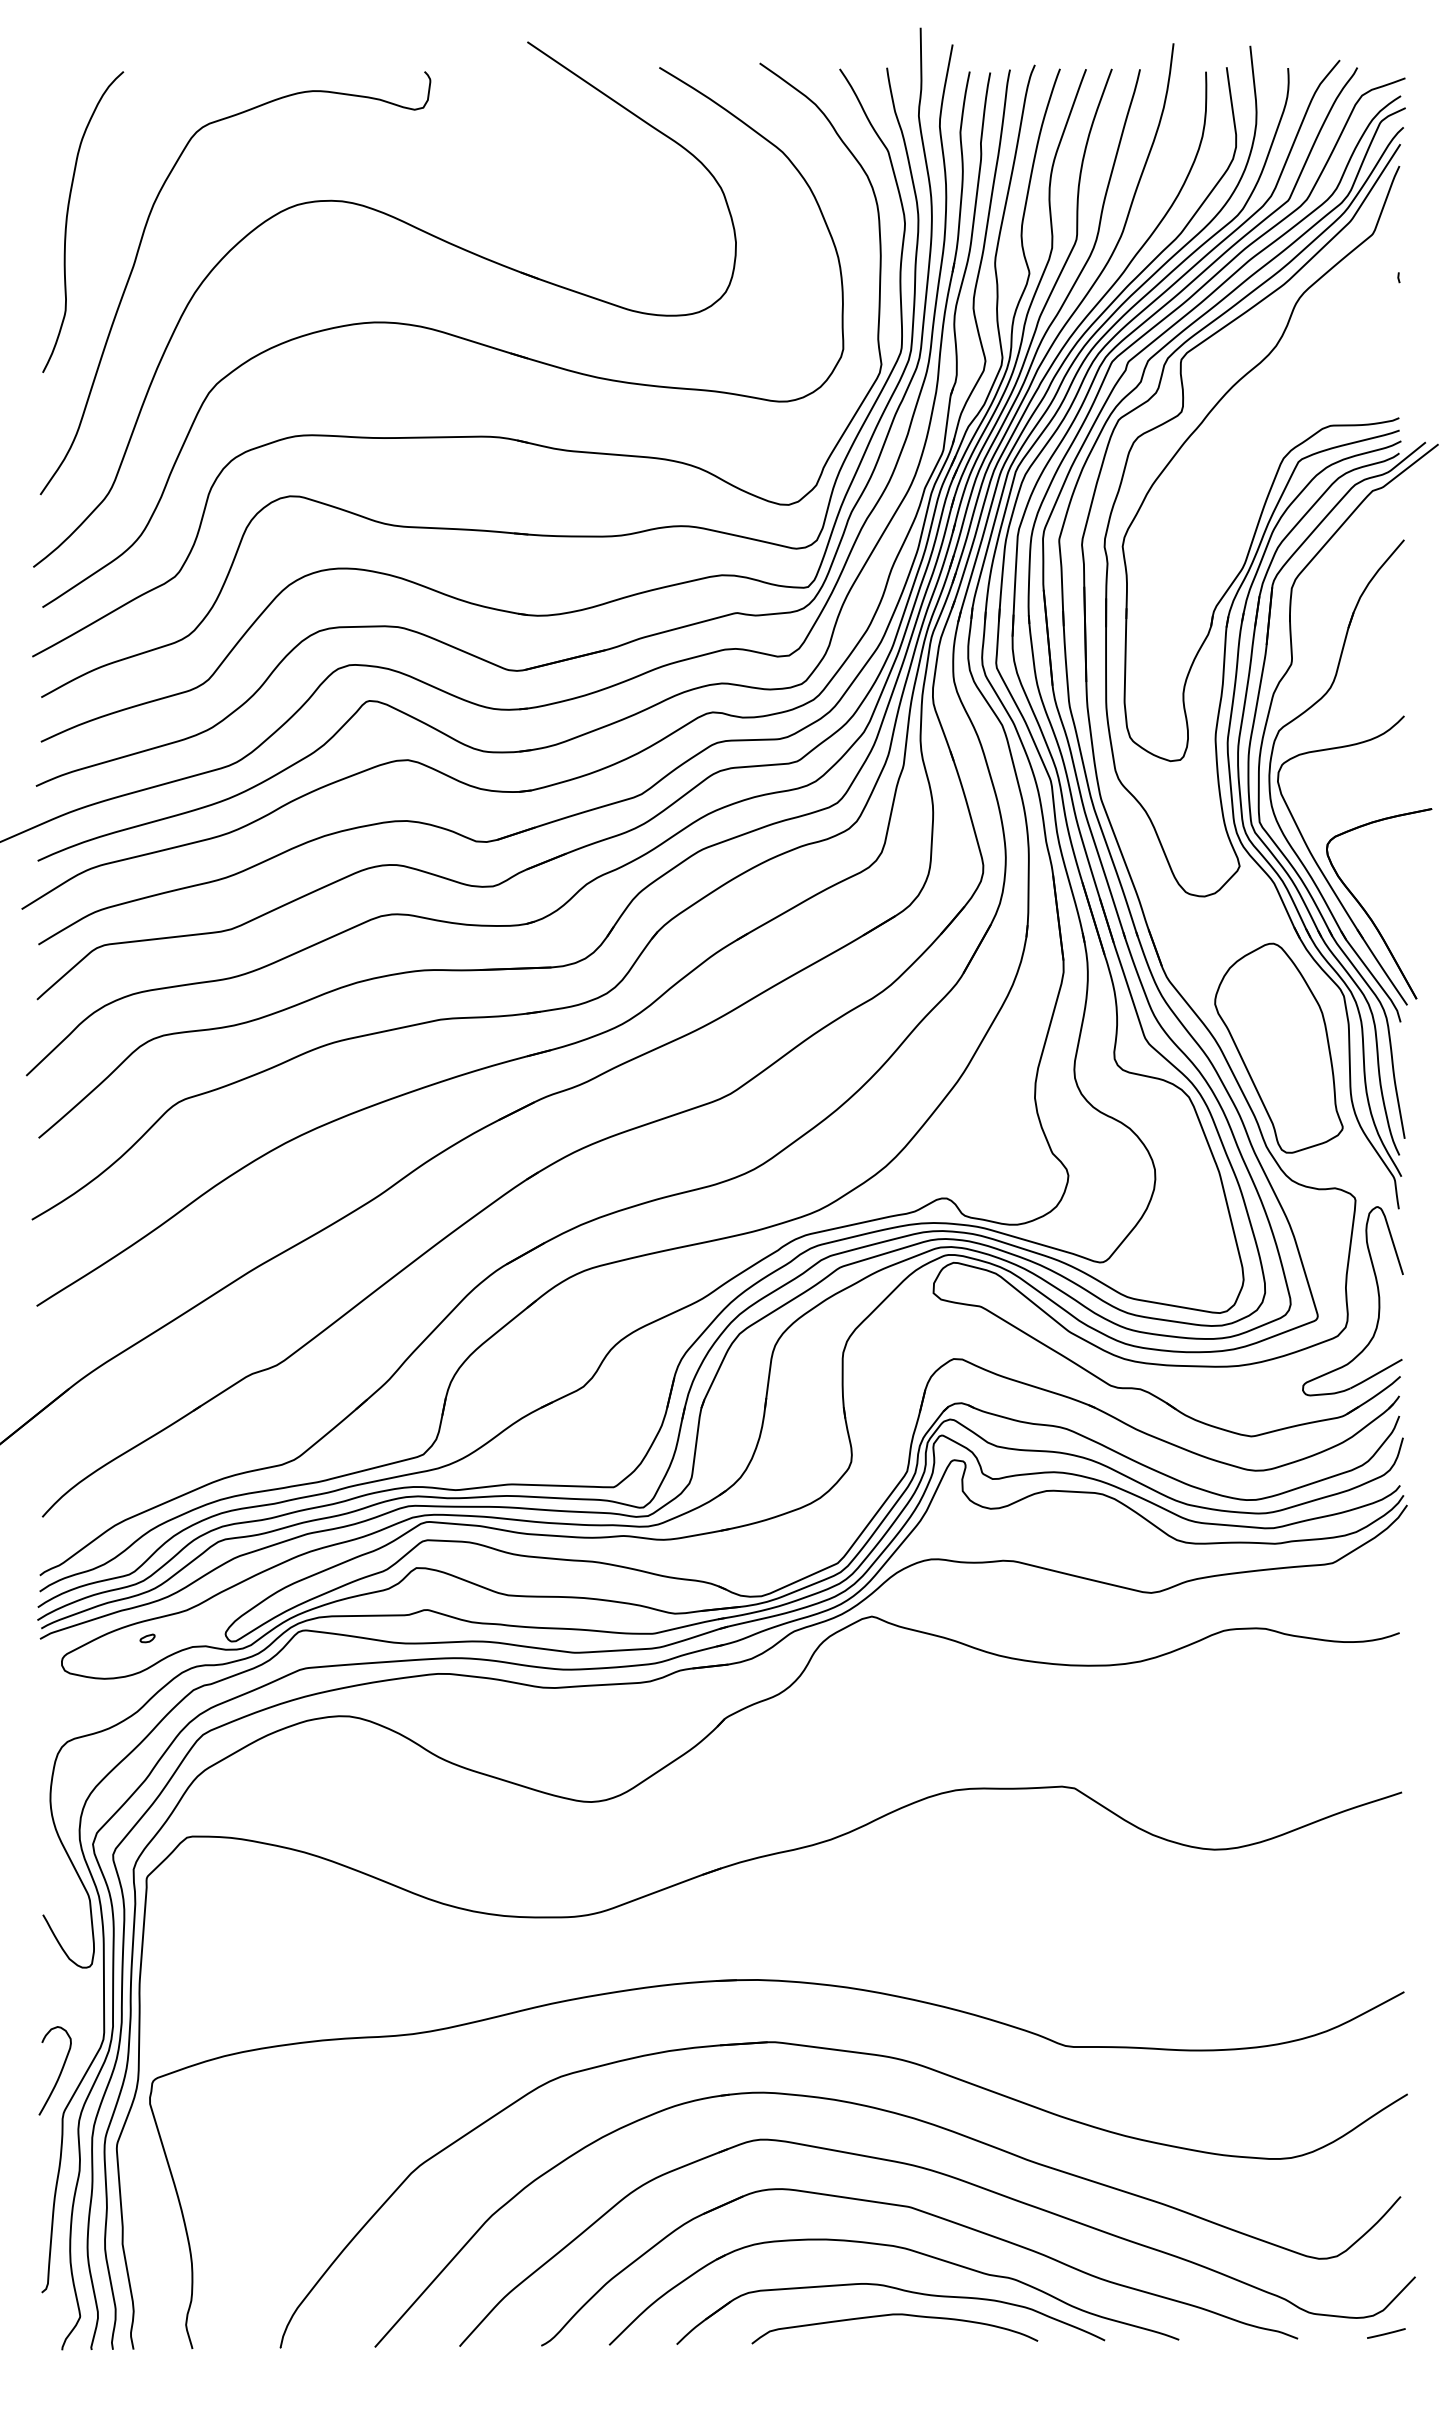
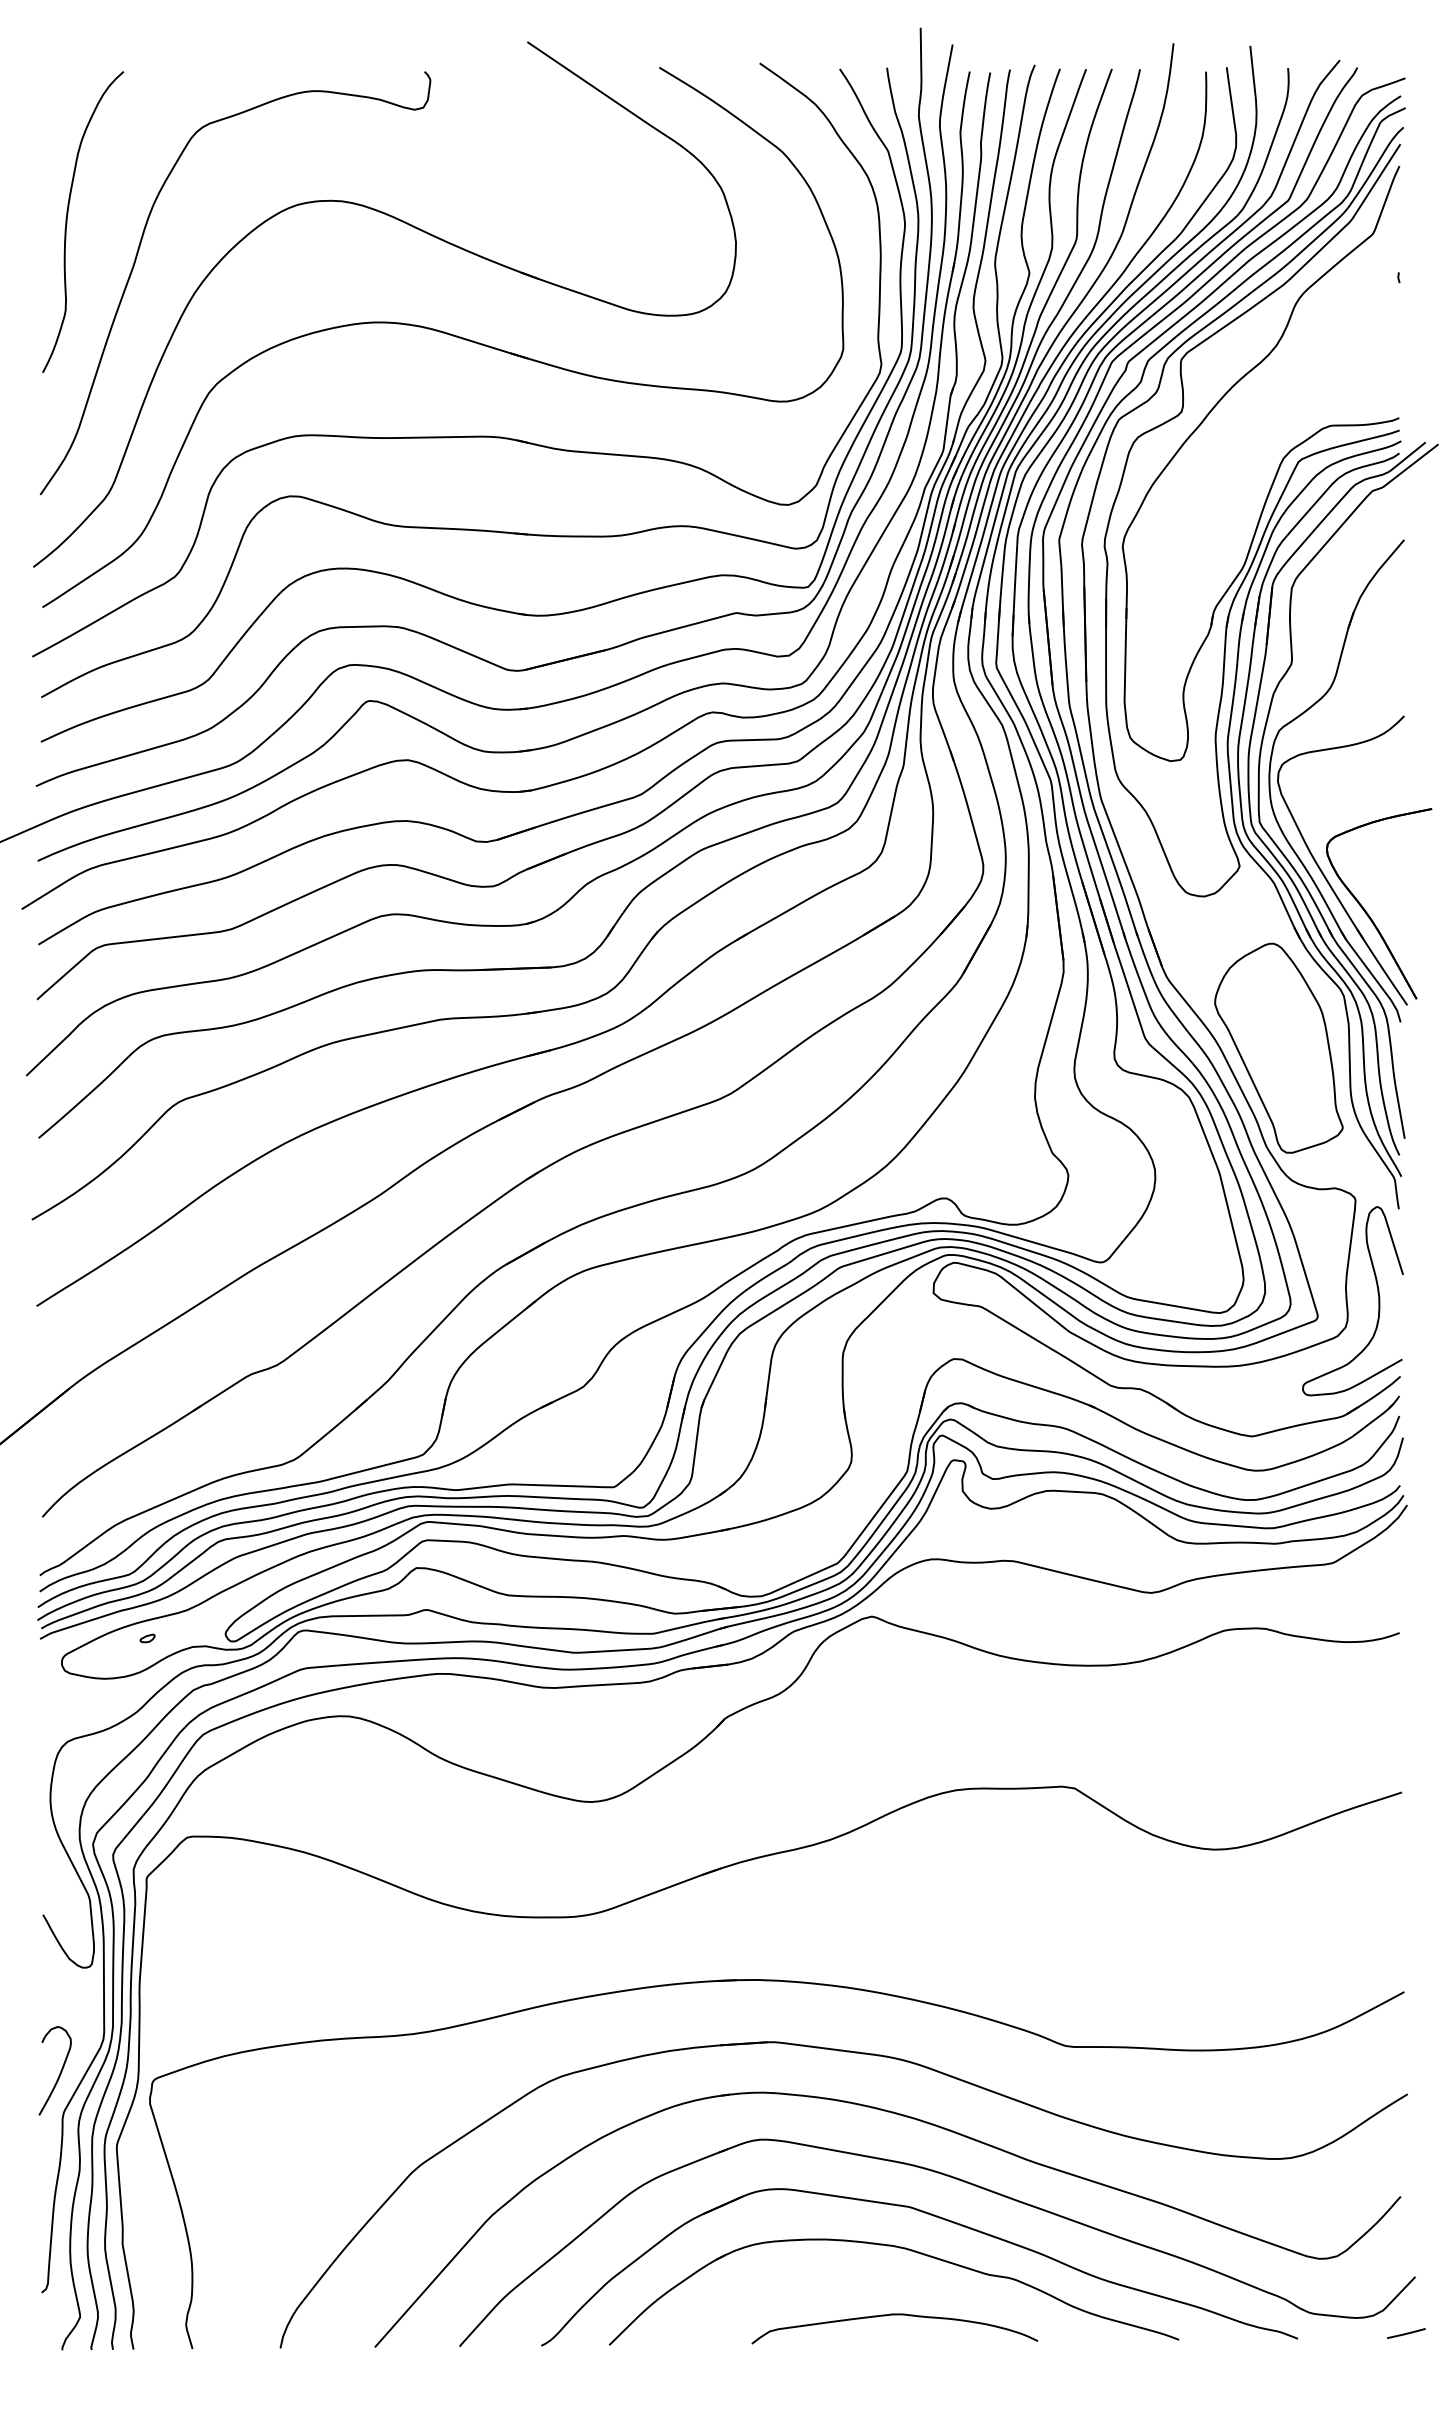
part at (895, 2289): present -> none
line at (1386, 2333) position: (1386, 2333) -> (1406, 2333)
